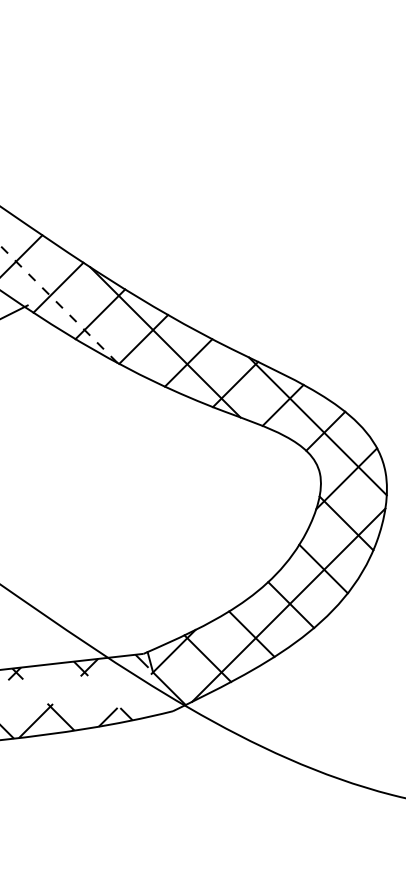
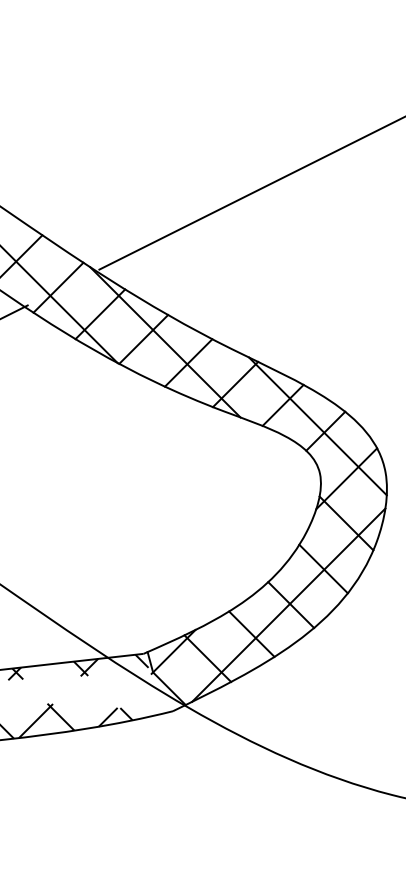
line at (250, 193): none -> present
line at (58, 304): dashed -> solid
